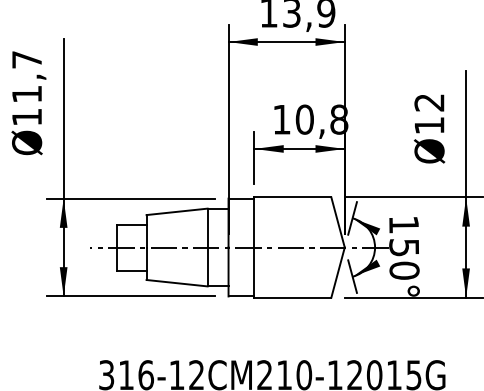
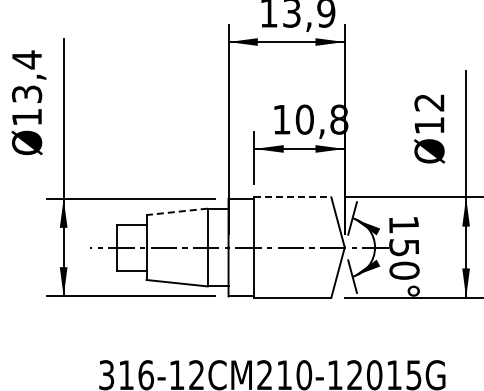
text at (27, 76): Ø11,7 -> Ø13,4
line at (293, 197): solid -> dashed
line at (177, 211): solid -> dashed
